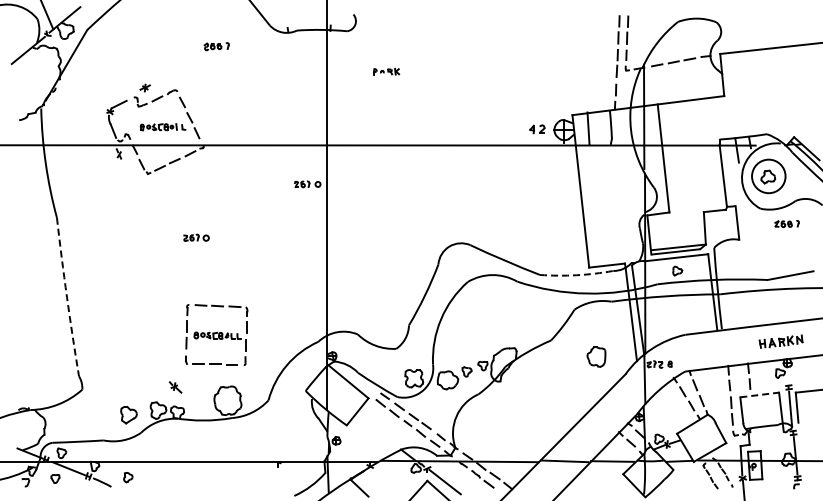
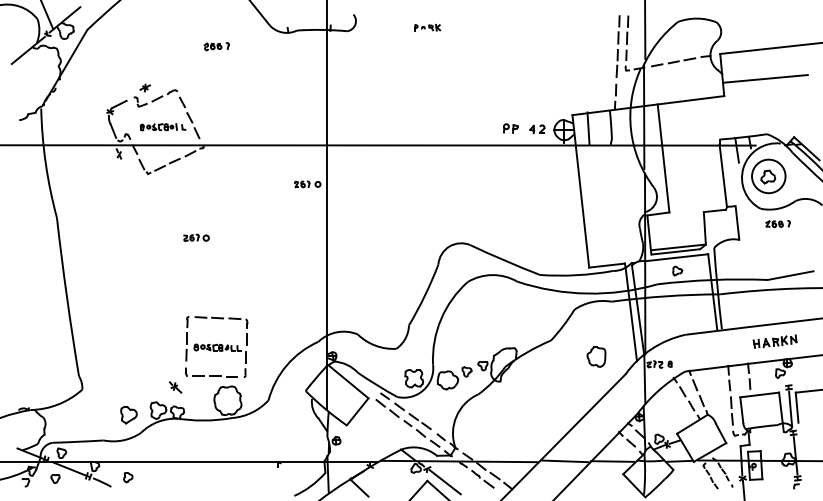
line at (645, 30): none -> present
part at (386, 71) position: (386, 71) -> (427, 27)
line at (765, 78): none -> present
part at (510, 128): none -> present
part at (786, 223) position: (786, 223) -> (777, 223)
arc at (576, 275): dashed -> solid
arc at (66, 297): dashed -> solid
part at (216, 334) position: (216, 334) -> (216, 346)
part at (780, 341) position: (780, 341) -> (774, 341)
line at (759, 394): dashed -> solid
